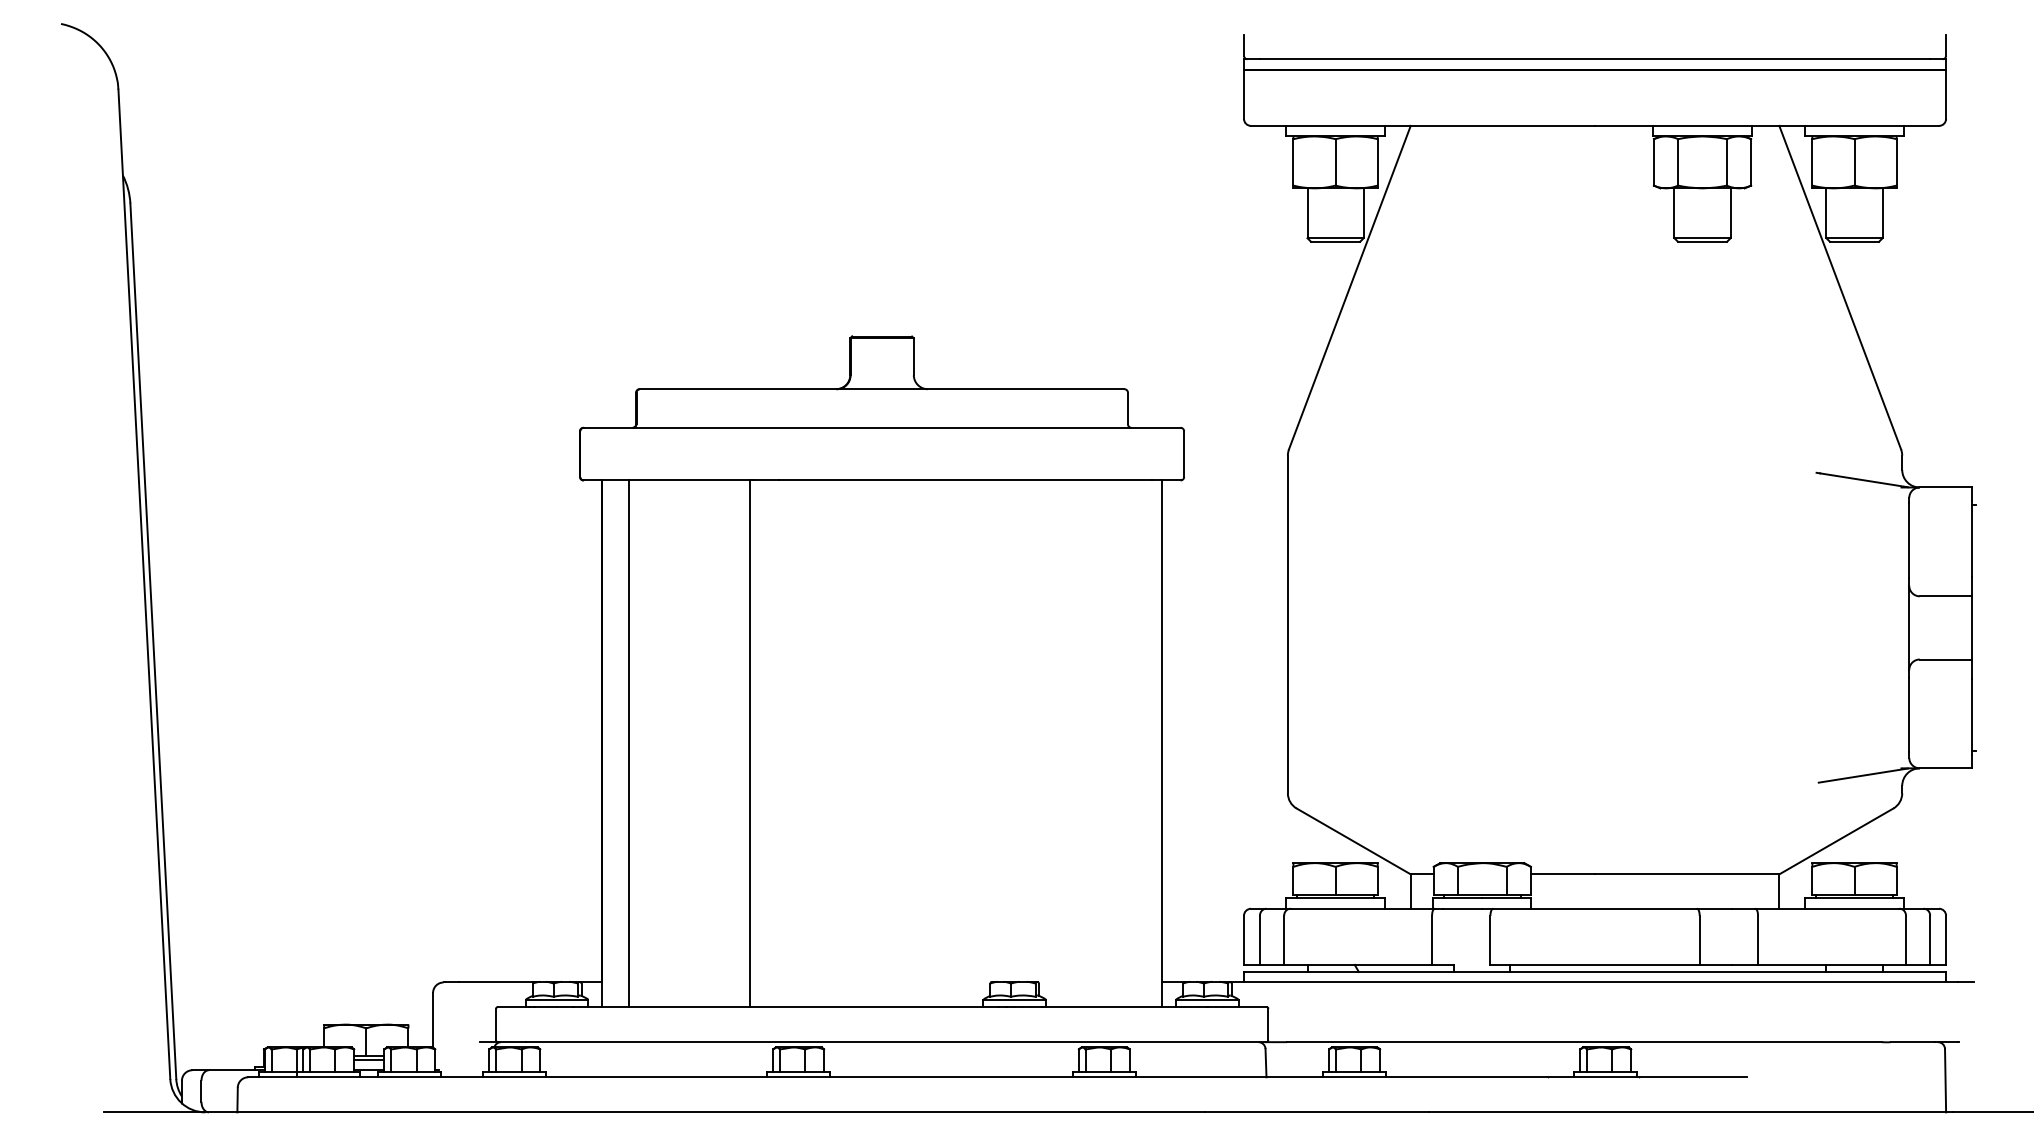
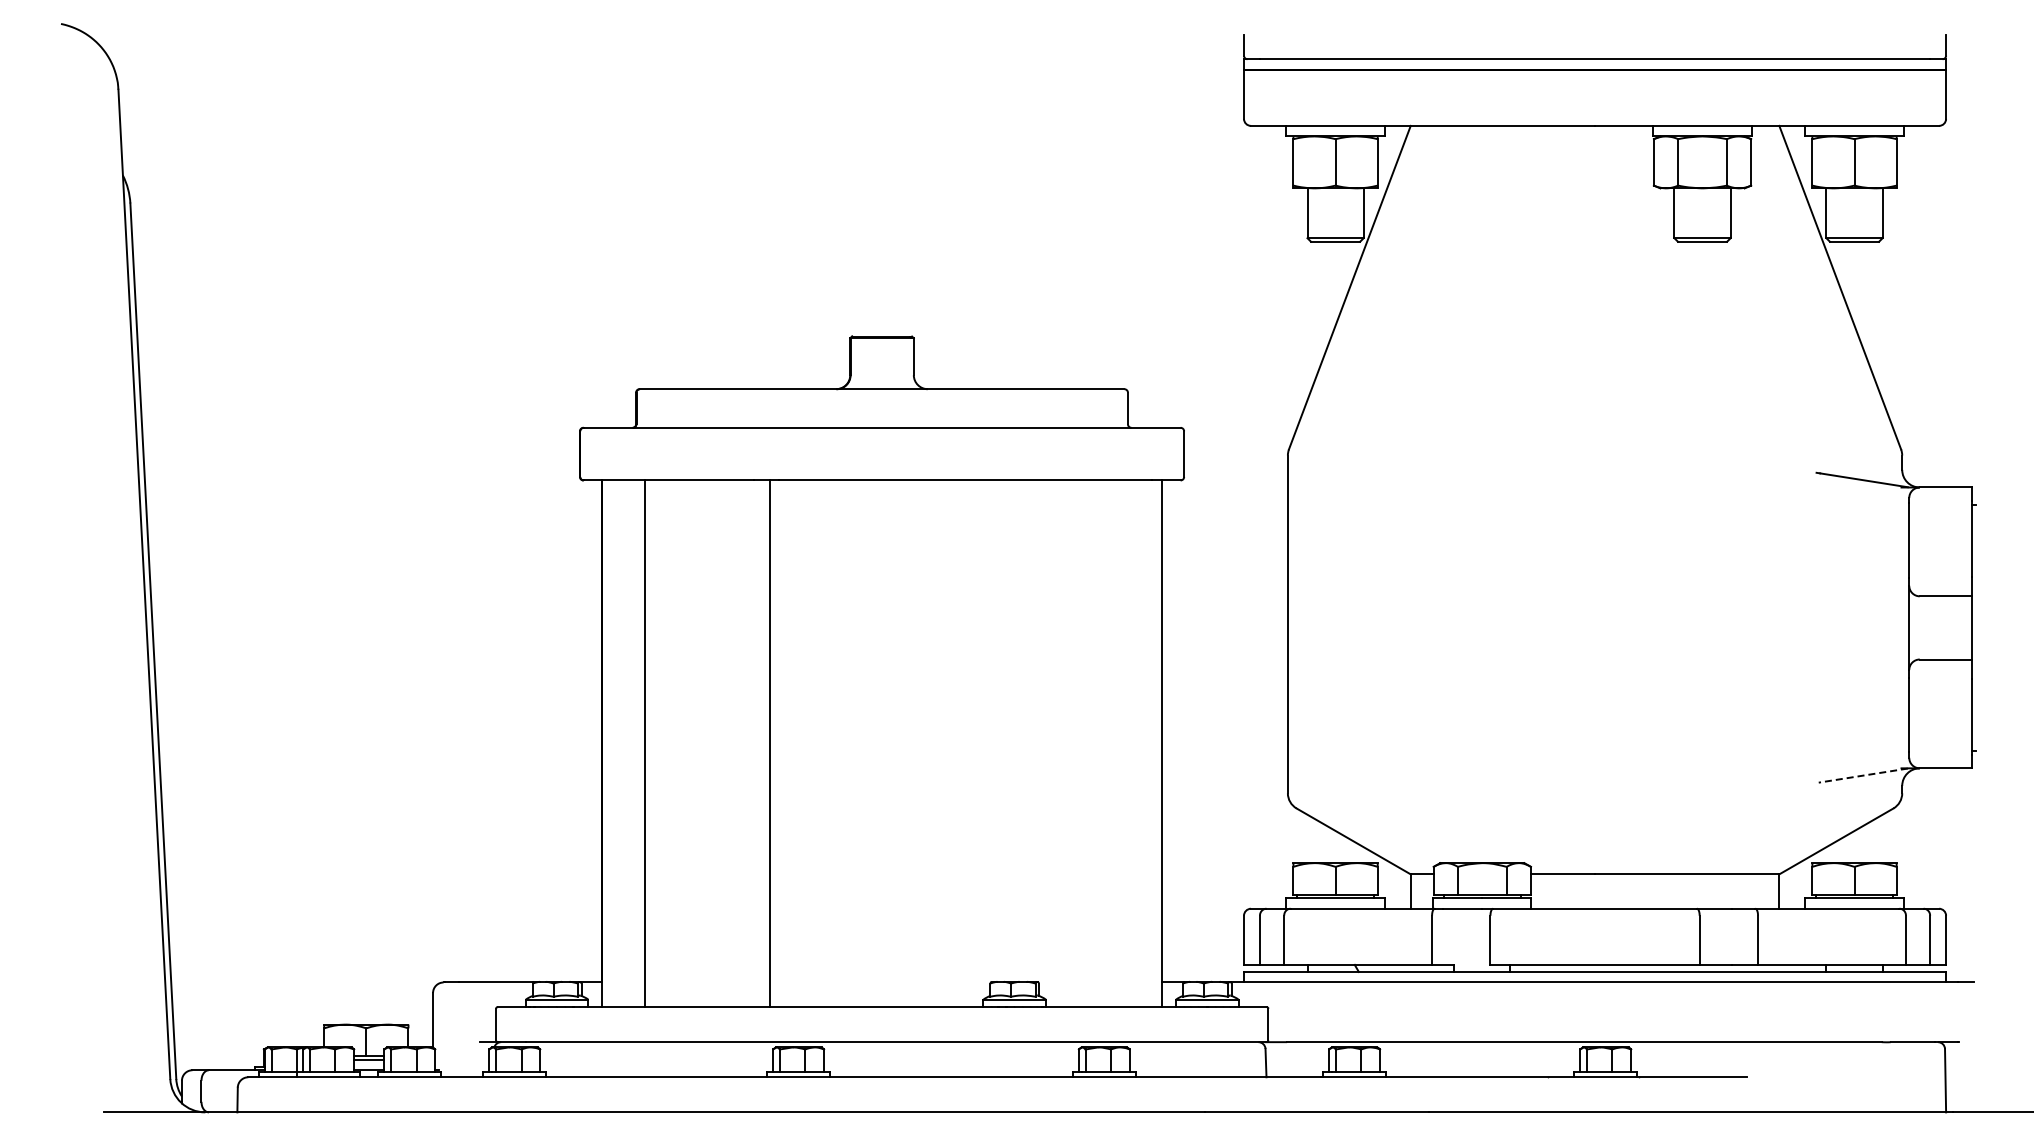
line at (629, 743) position: (629, 743) -> (645, 743)
line at (750, 743) position: (750, 743) -> (770, 743)
line at (1862, 775): solid -> dashed
